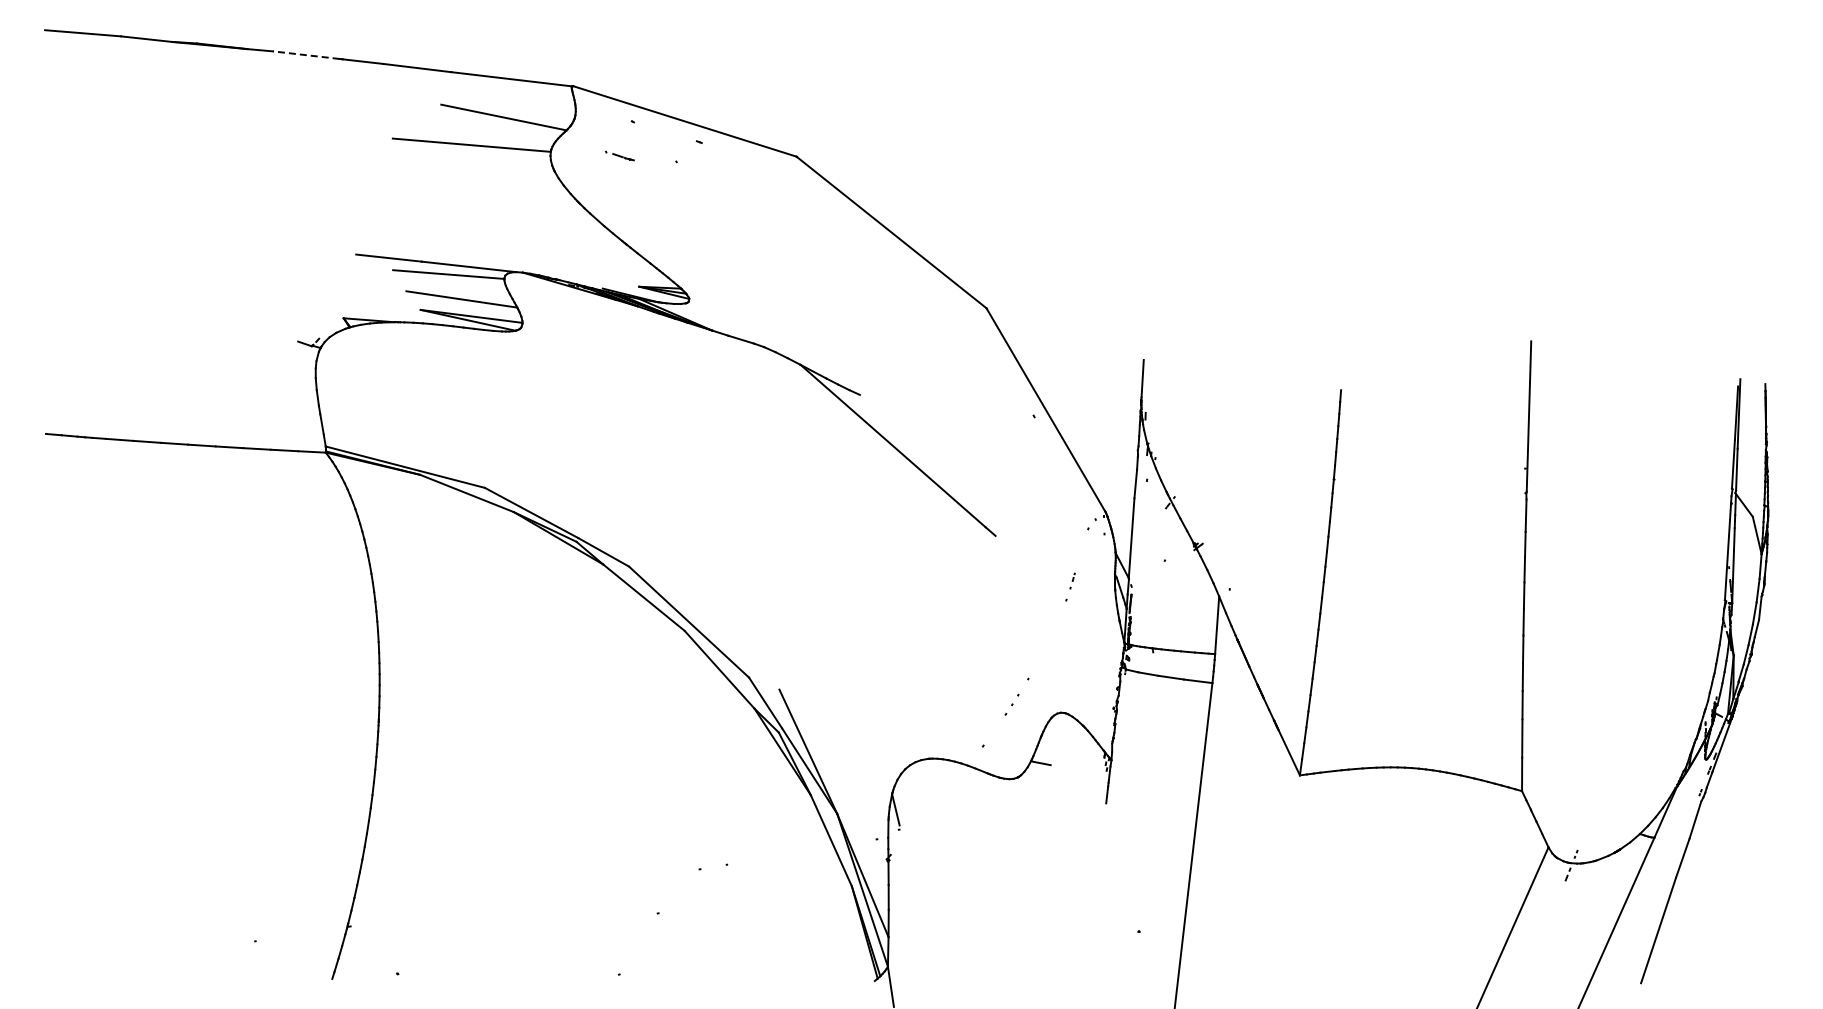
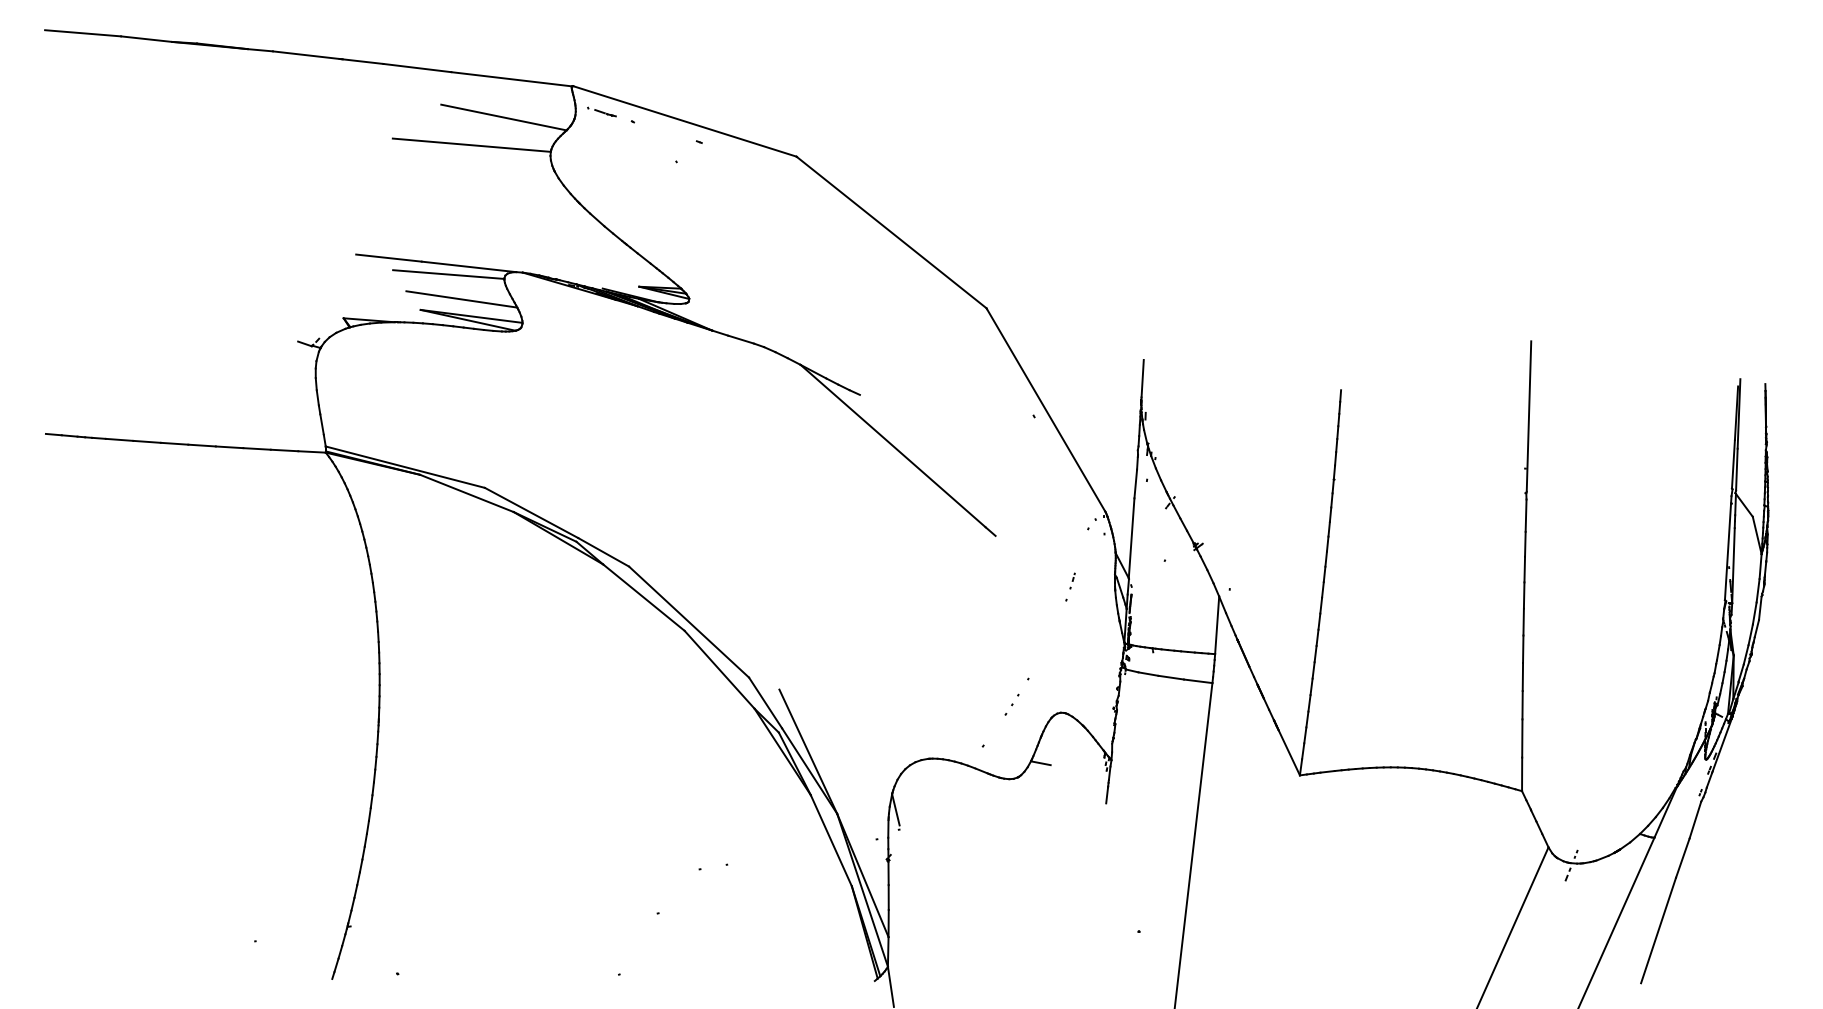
line at (306, 55): dashed -> solid
part at (619, 155) position: (619, 155) -> (601, 111)
